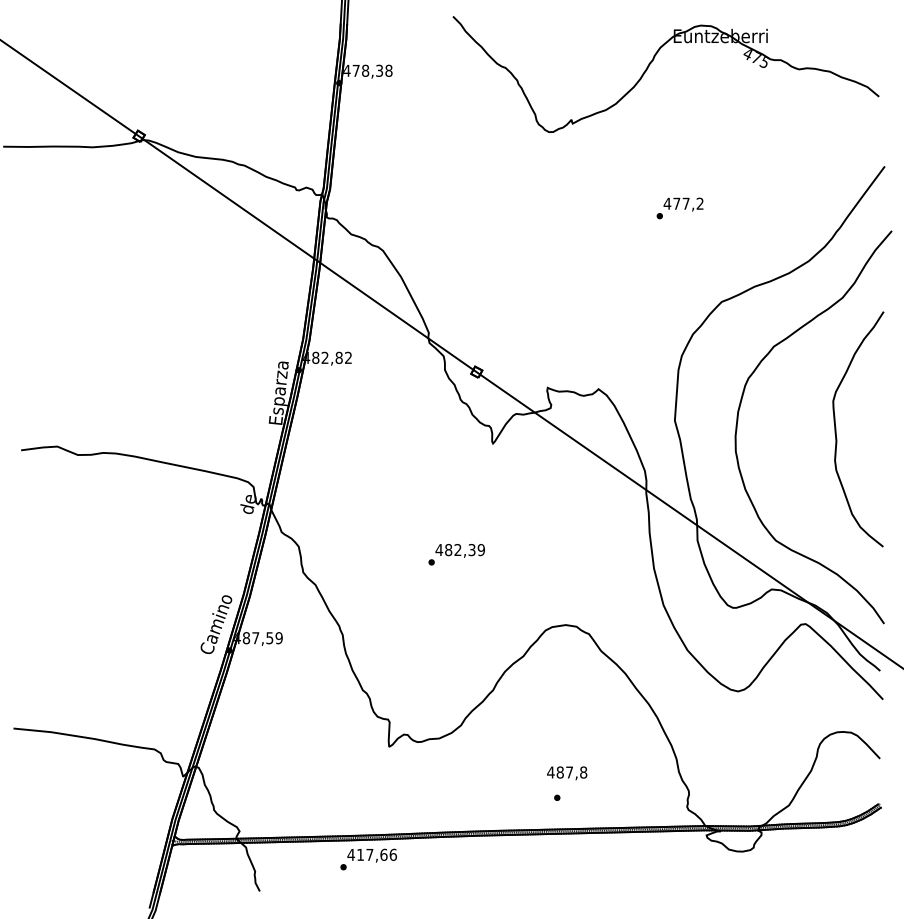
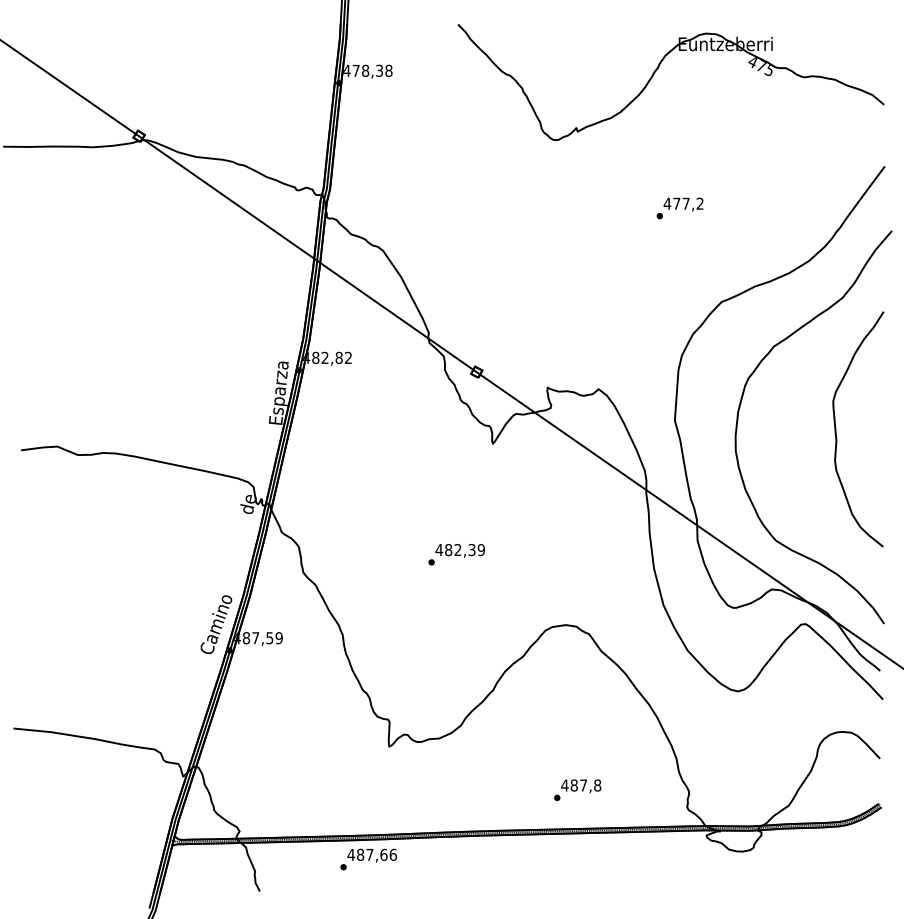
part at (652, 62) position: (652, 62) -> (657, 70)
text at (567, 773) position: (567, 773) -> (581, 786)
text at (360, 854): 417,66 -> 487,66
